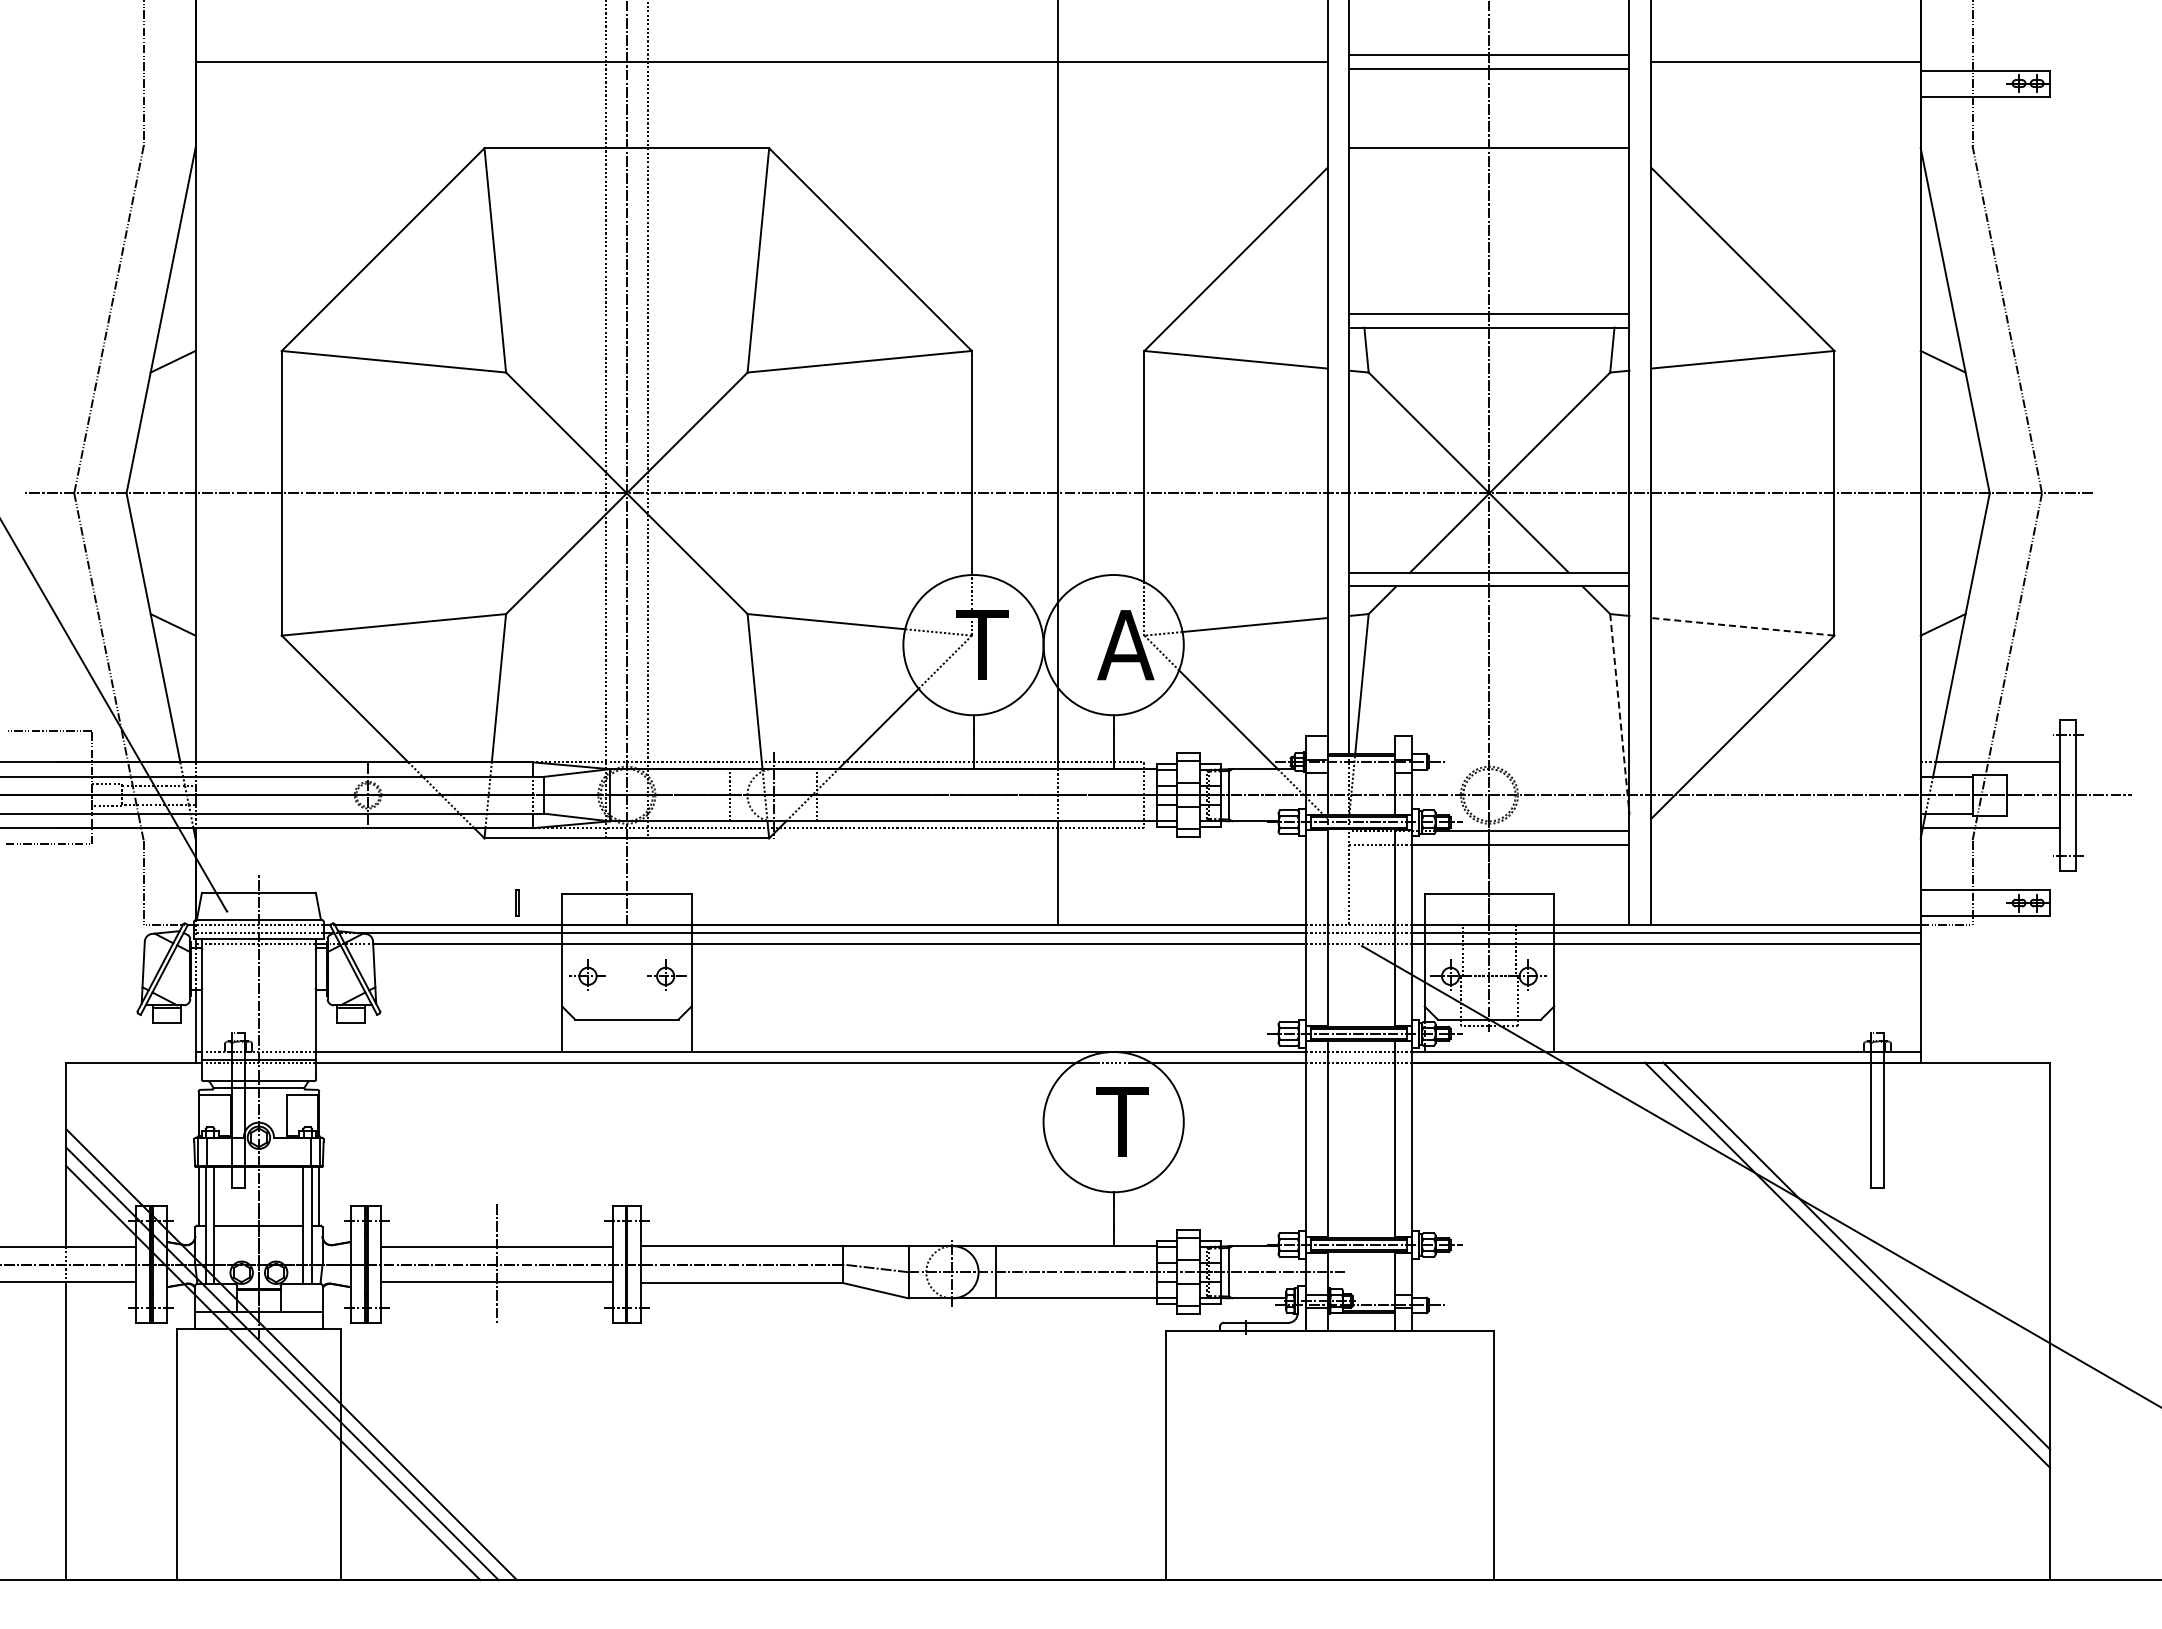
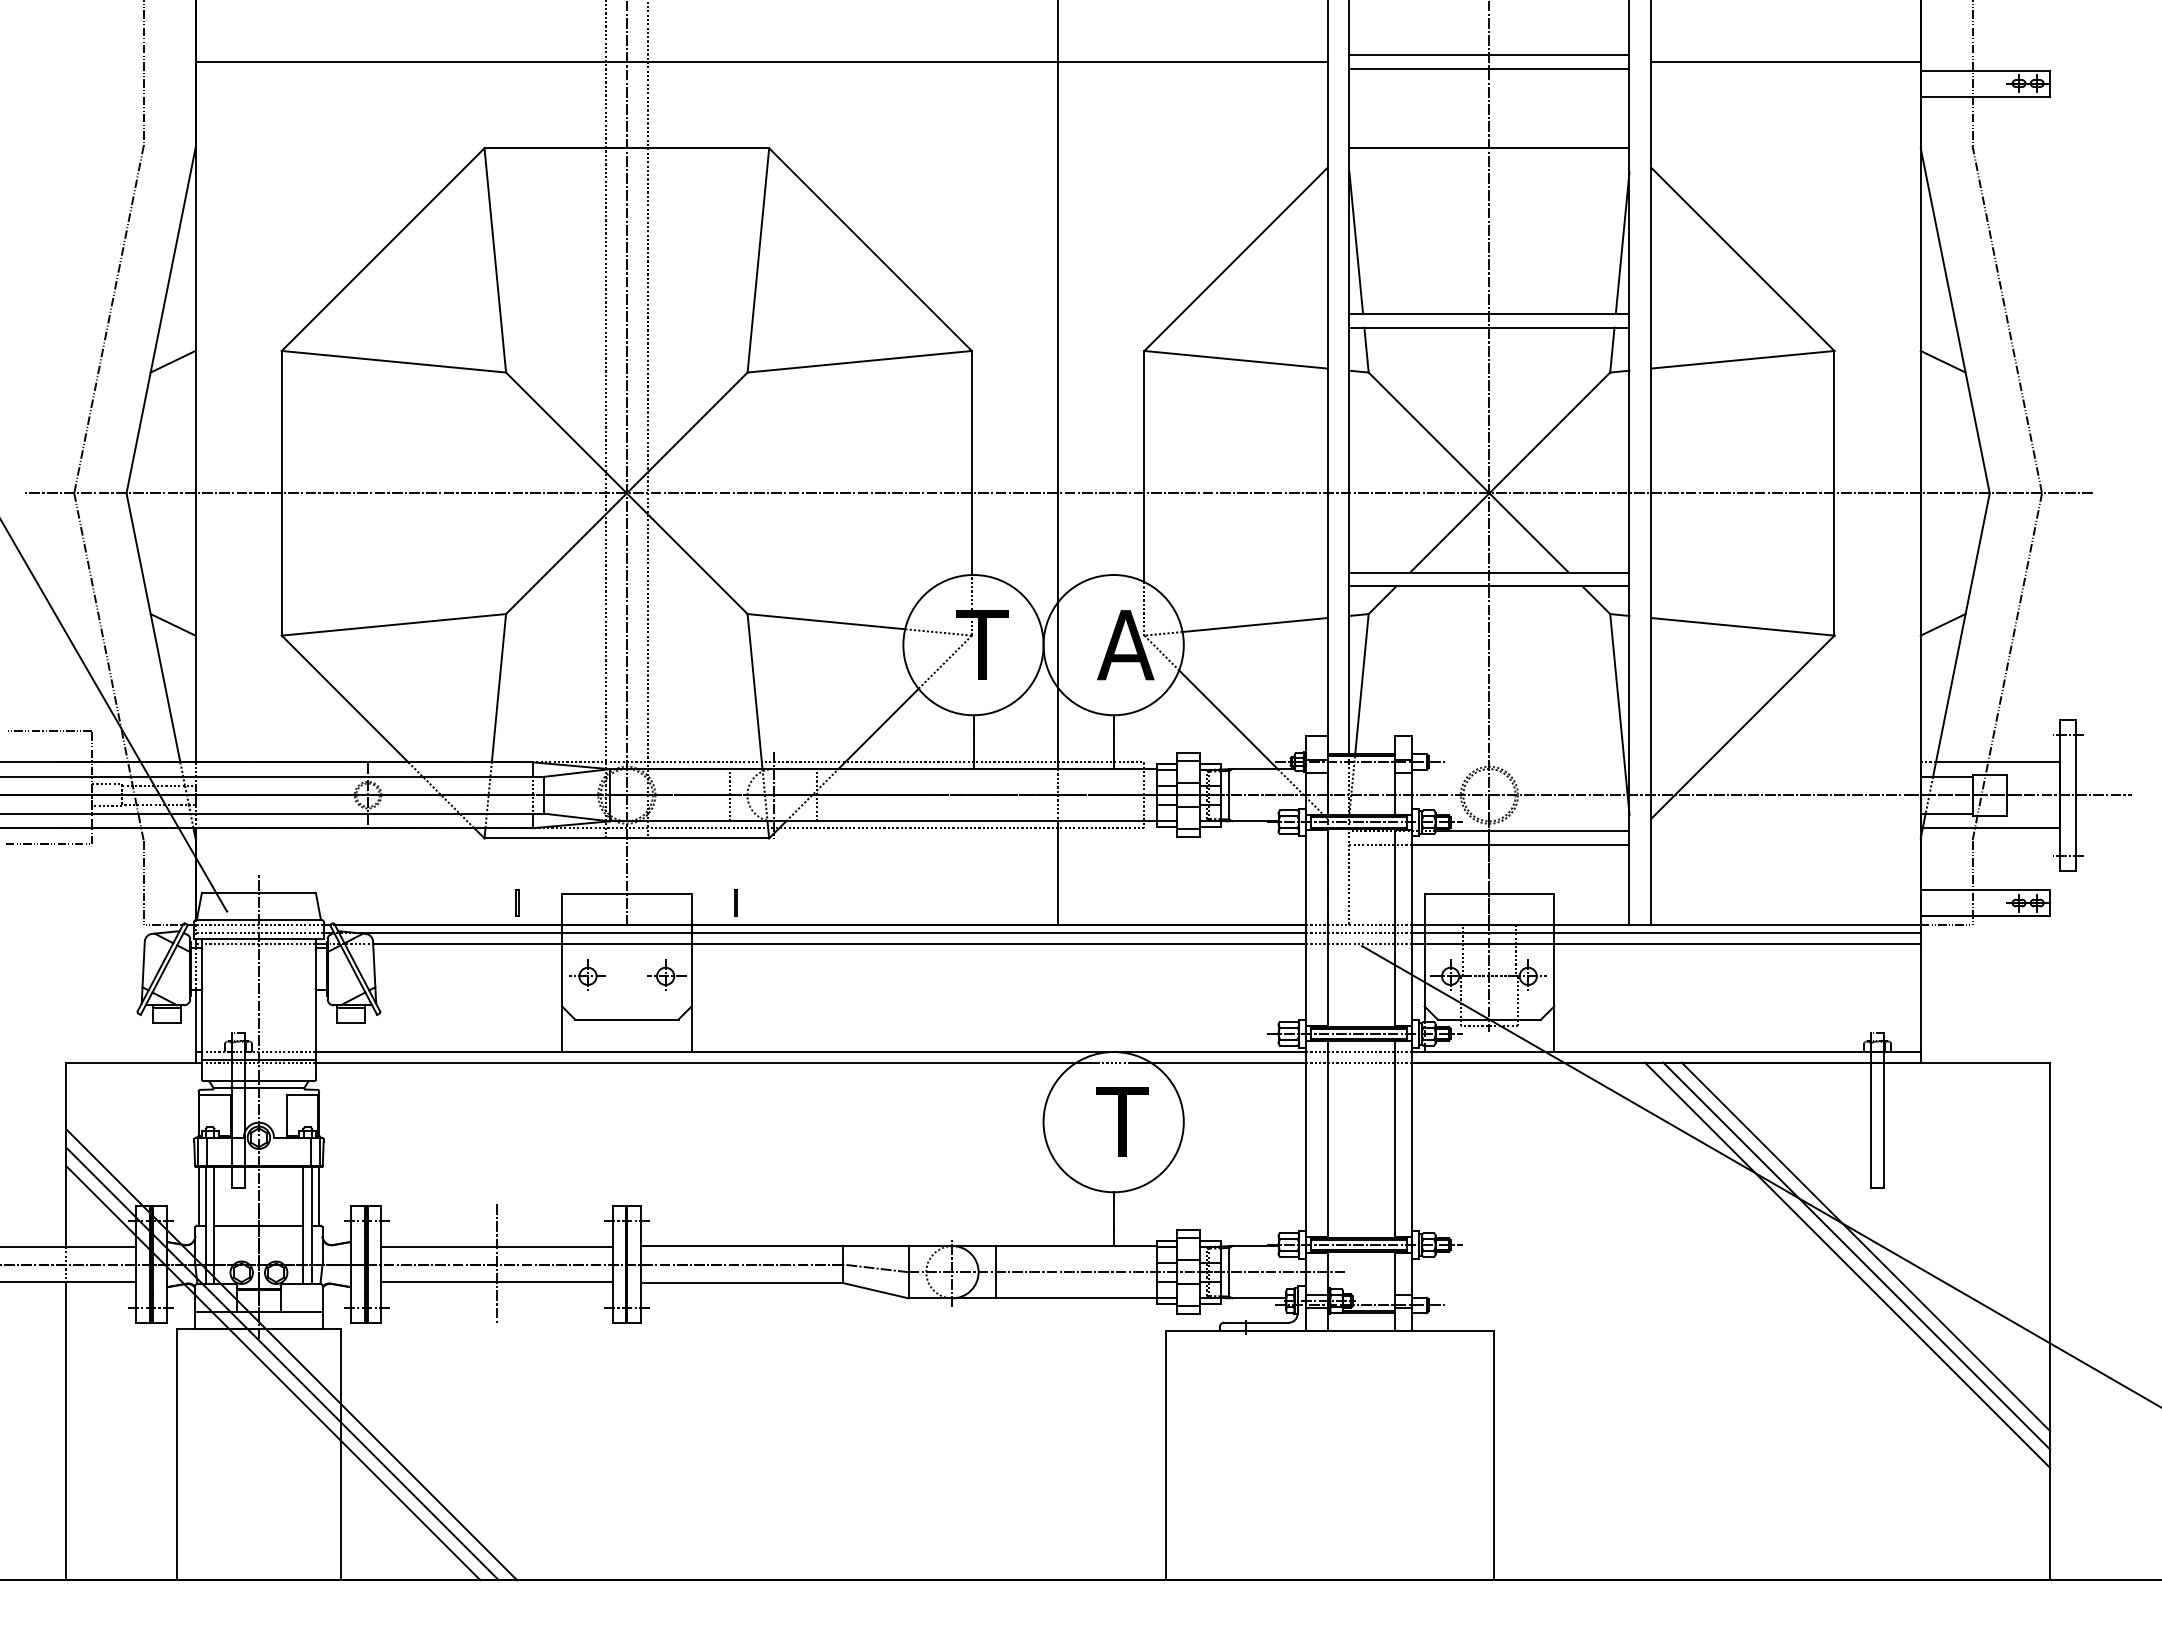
line at (1356, 242): none -> present
line at (1622, 242): none -> present
line at (1742, 626): dashed -> solid
line at (1619, 714): dashed -> solid
line at (735, 902): none -> present
line at (1865, 1246): none -> present
